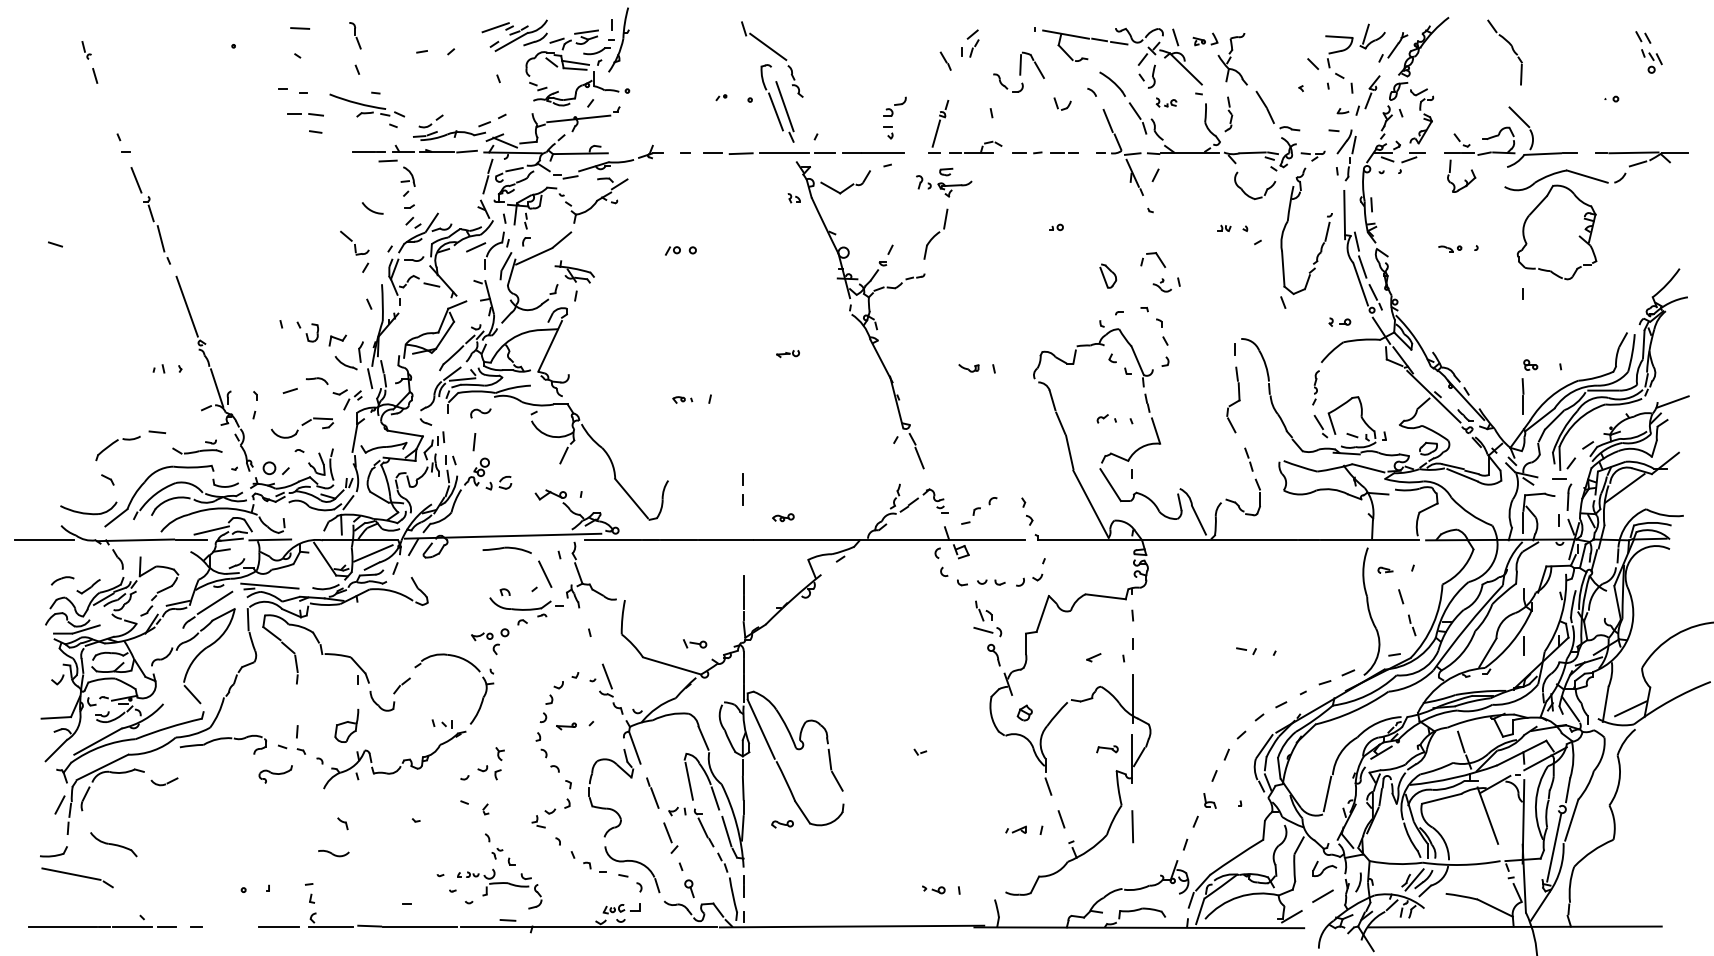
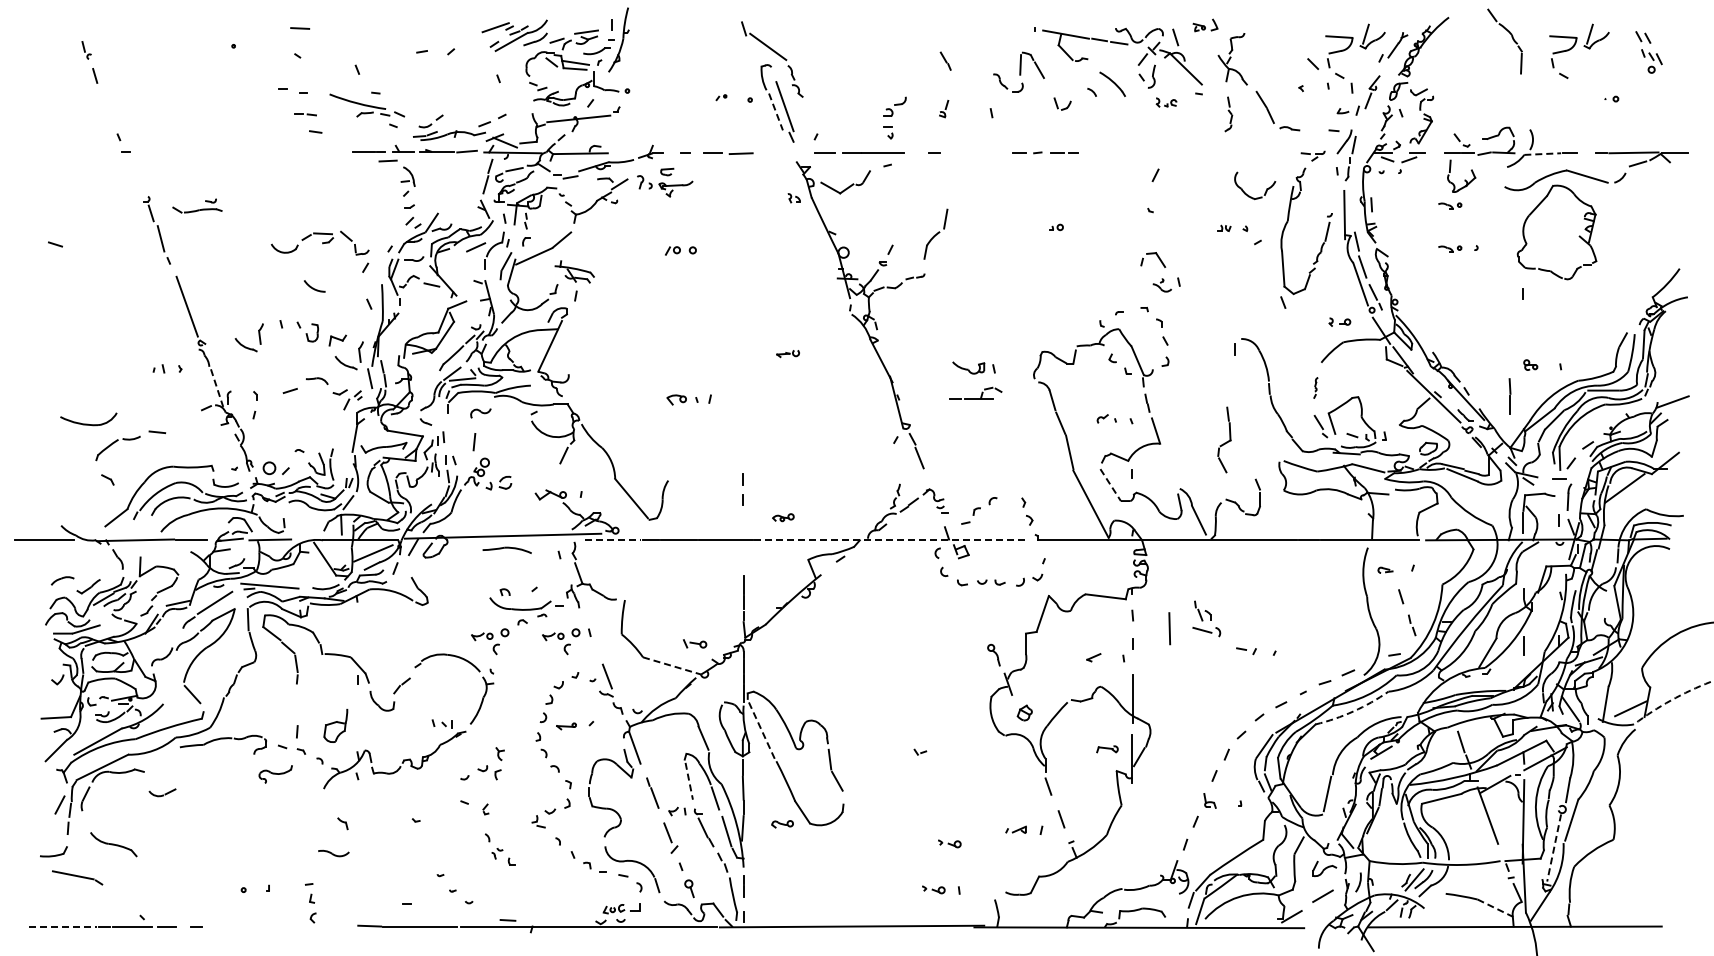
part at (355, 35): present -> none
part at (1205, 39) position: (1205, 39) -> (1205, 25)
part at (970, 43): present -> none
part at (1511, 48) position: (1511, 48) -> (1511, 37)
part at (1579, 50): none -> present
line at (775, 111): solid -> dashed
part at (305, 114) size: 37x4 px -> 23x4 px
line at (1519, 117): present -> none
line at (936, 133): present -> none
part at (975, 146) position: (975, 146) -> (975, 392)
part at (1196, 148): present -> none
line at (784, 153): present -> none
line at (1543, 154): solid -> dashed
line at (136, 180): present -> none
part at (944, 182) position: (944, 182) -> (665, 182)
part at (1450, 205): none -> present
arc at (371, 209) position: (371, 209) -> (313, 287)
part at (1108, 275): present -> none
part at (244, 345): none -> present
part at (968, 368) size: 22x9 px -> 34x14 px
part at (1315, 387) size: 8x36 px -> 6x22 px
line at (217, 388): solid -> dashed
part at (1522, 396) position: (1522, 396) -> (1509, 396)
part at (682, 399) size: 22x8 px -> 33x12 px
part at (1233, 399) position: (1233, 399) -> (1224, 439)
part at (302, 427) position: (302, 427) -> (302, 242)
part at (197, 446) position: (197, 446) -> (197, 205)
line at (1248, 458): present -> none
line at (1110, 485): solid -> dashed
part at (88, 508) position: (88, 508) -> (88, 419)
line at (211, 530): present -> none
line at (612, 540): solid -> dashed
line at (890, 540): solid -> dashed
line at (545, 573): present -> none
part at (987, 618) position: (987, 618) -> (1206, 618)
part at (561, 641): none -> present
line at (672, 666): solid -> dashed
arc at (1670, 700): solid -> dashed
arc at (1353, 711): solid -> dashed
part at (346, 725) position: (346, 725) -> (335, 725)
line at (761, 728): solid -> dashed
part at (164, 781) position: (164, 781) -> (162, 792)
line at (689, 781): solid -> dashed
line at (1132, 826) position: (1132, 826) -> (1169, 628)
part at (949, 843): none -> present
line at (1554, 848): solid -> dashed
part at (77, 877) size: 73x22 px -> 52x16 px
part at (499, 888): present -> none
line at (1495, 908): solid -> dashed
line at (63, 926): solid -> dashed
line at (278, 926): present -> none
line at (330, 926): present -> none
